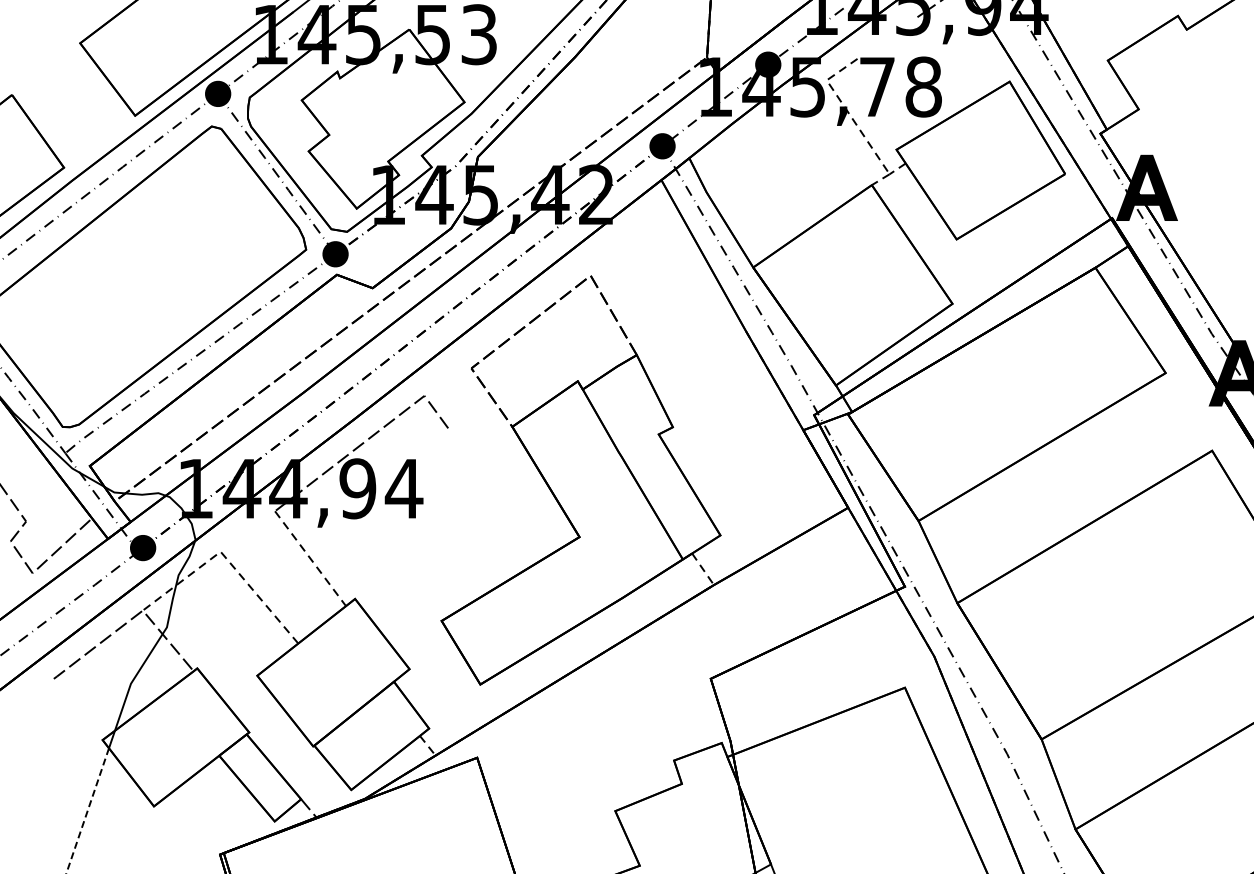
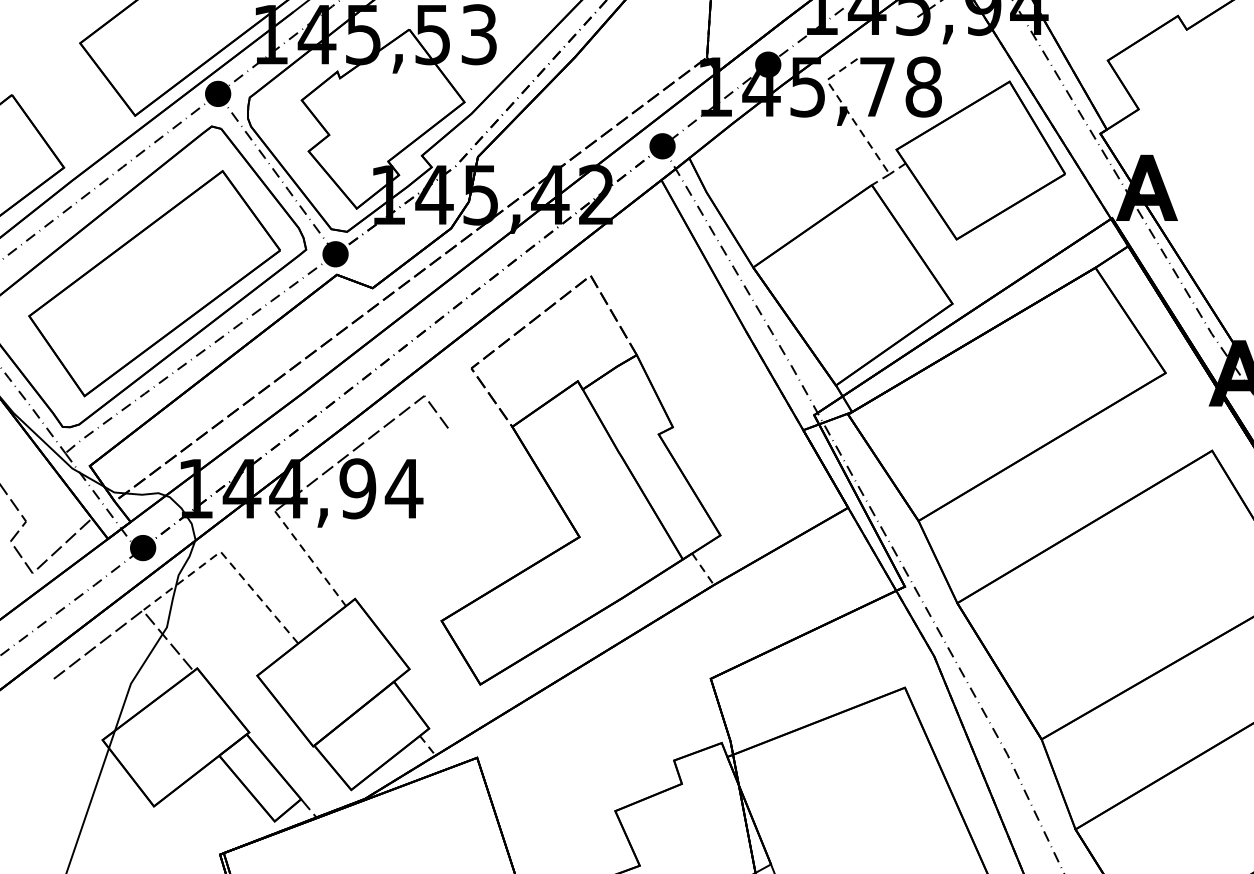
part at (154, 283): none -> present
line at (87, 811): dashed -> solid
